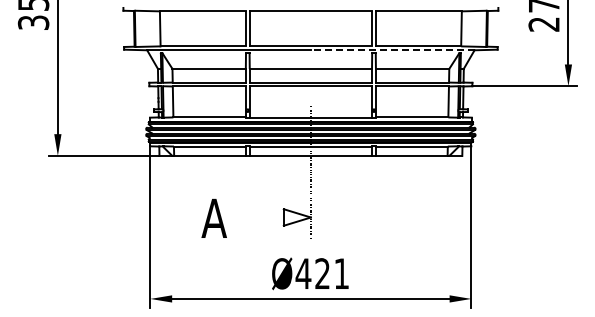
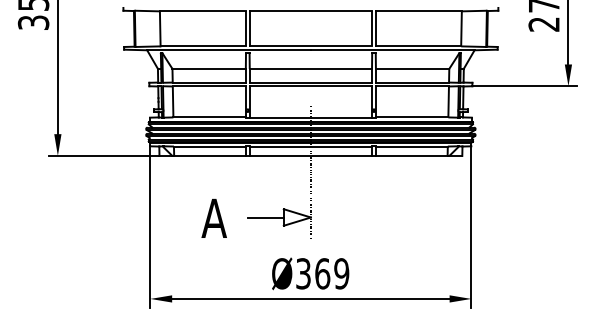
line at (392, 50): dashed -> solid
line at (265, 217): none -> present
text at (322, 273): Ø421 -> Ø369
